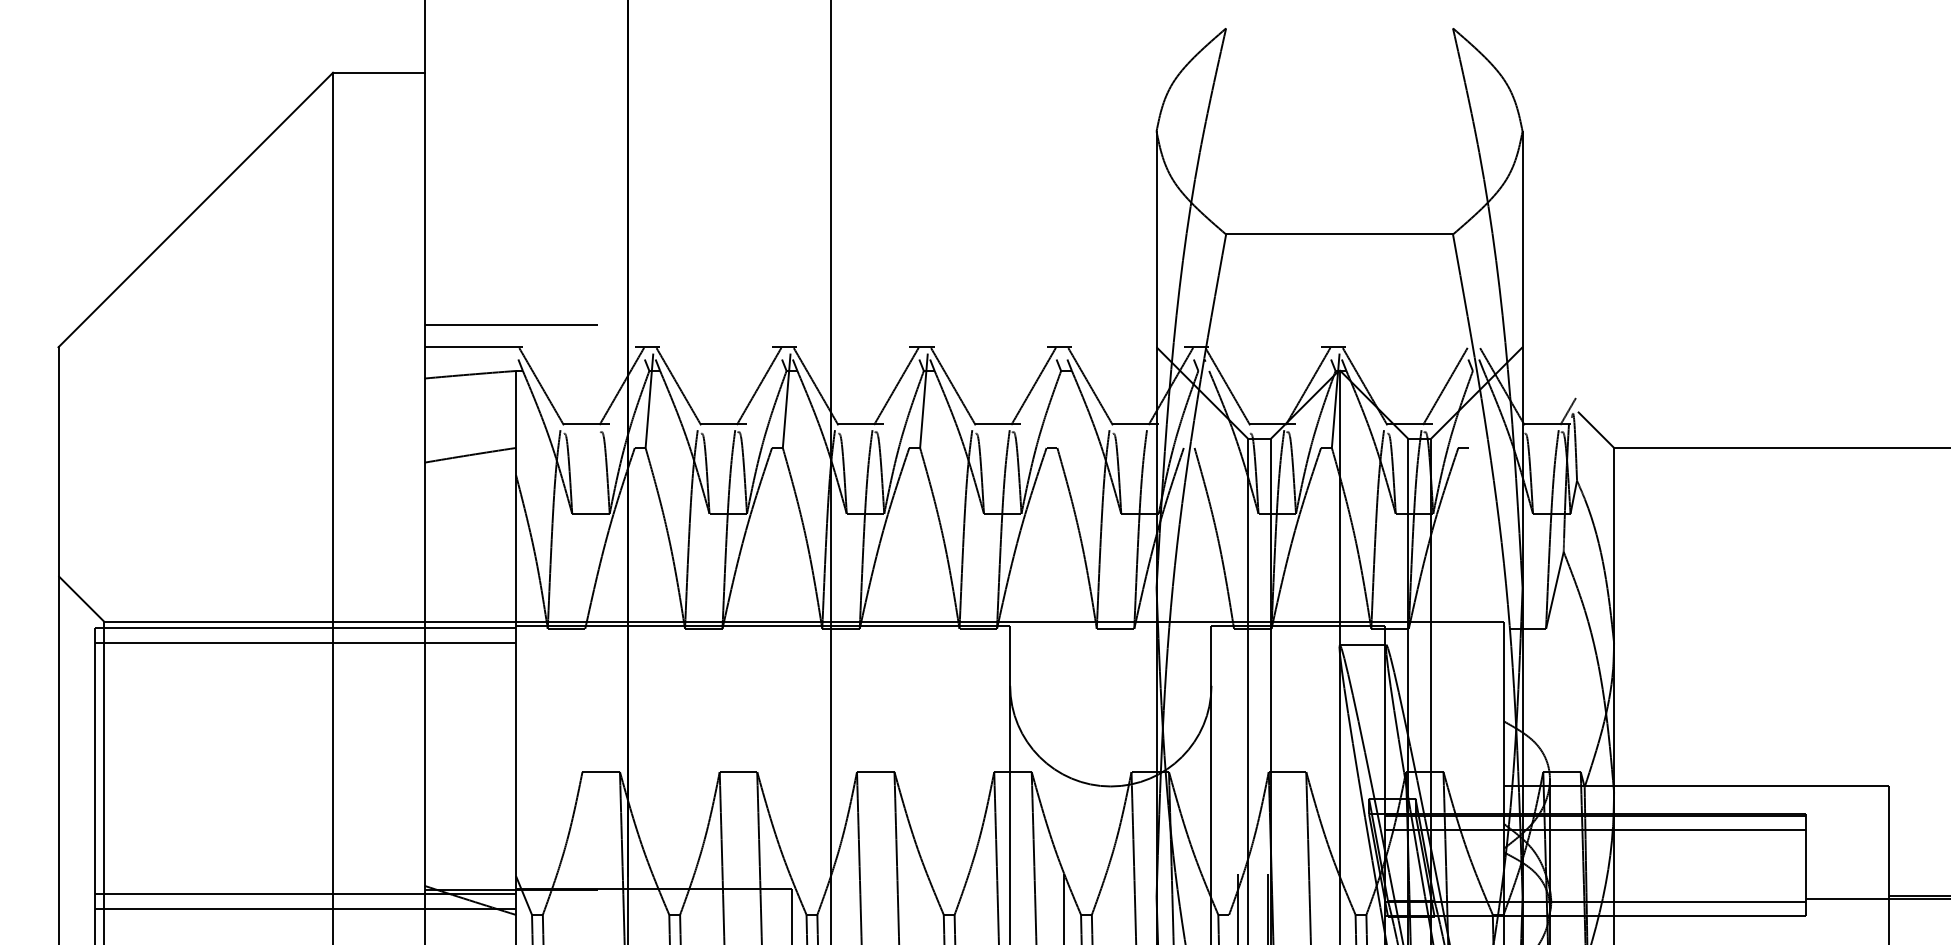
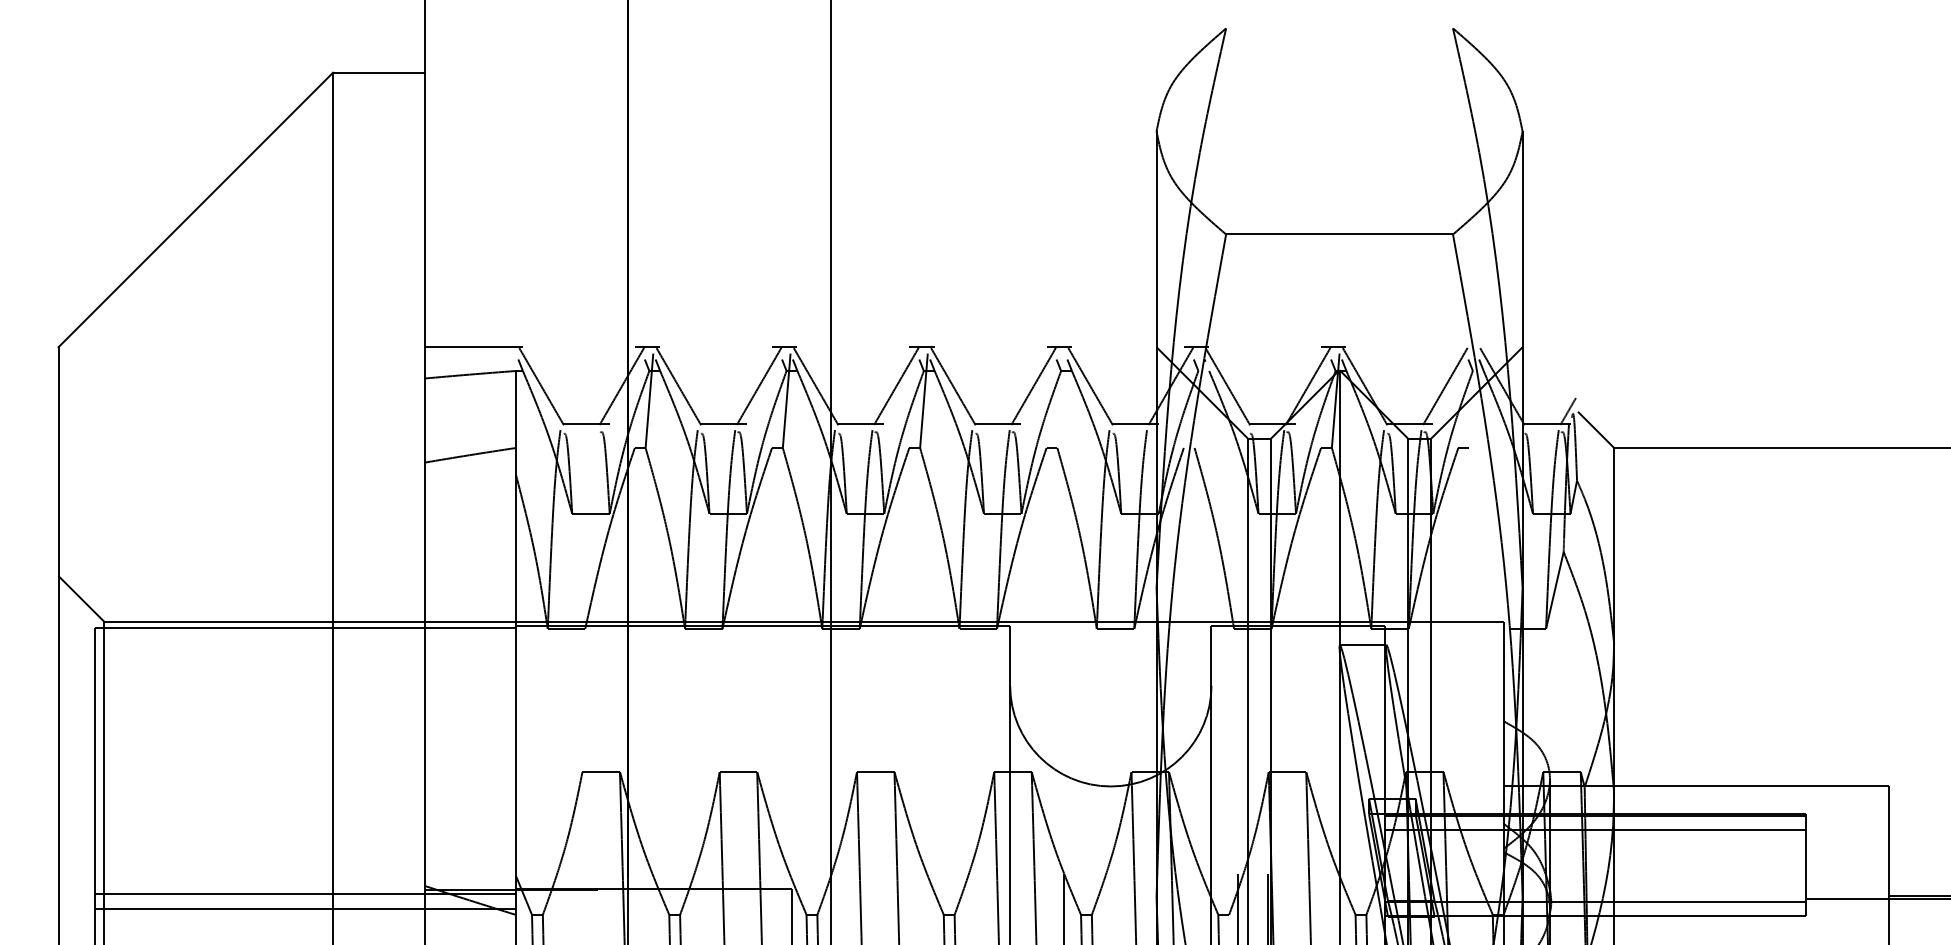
line at (511, 325): present -> none
line at (305, 643): present -> none
